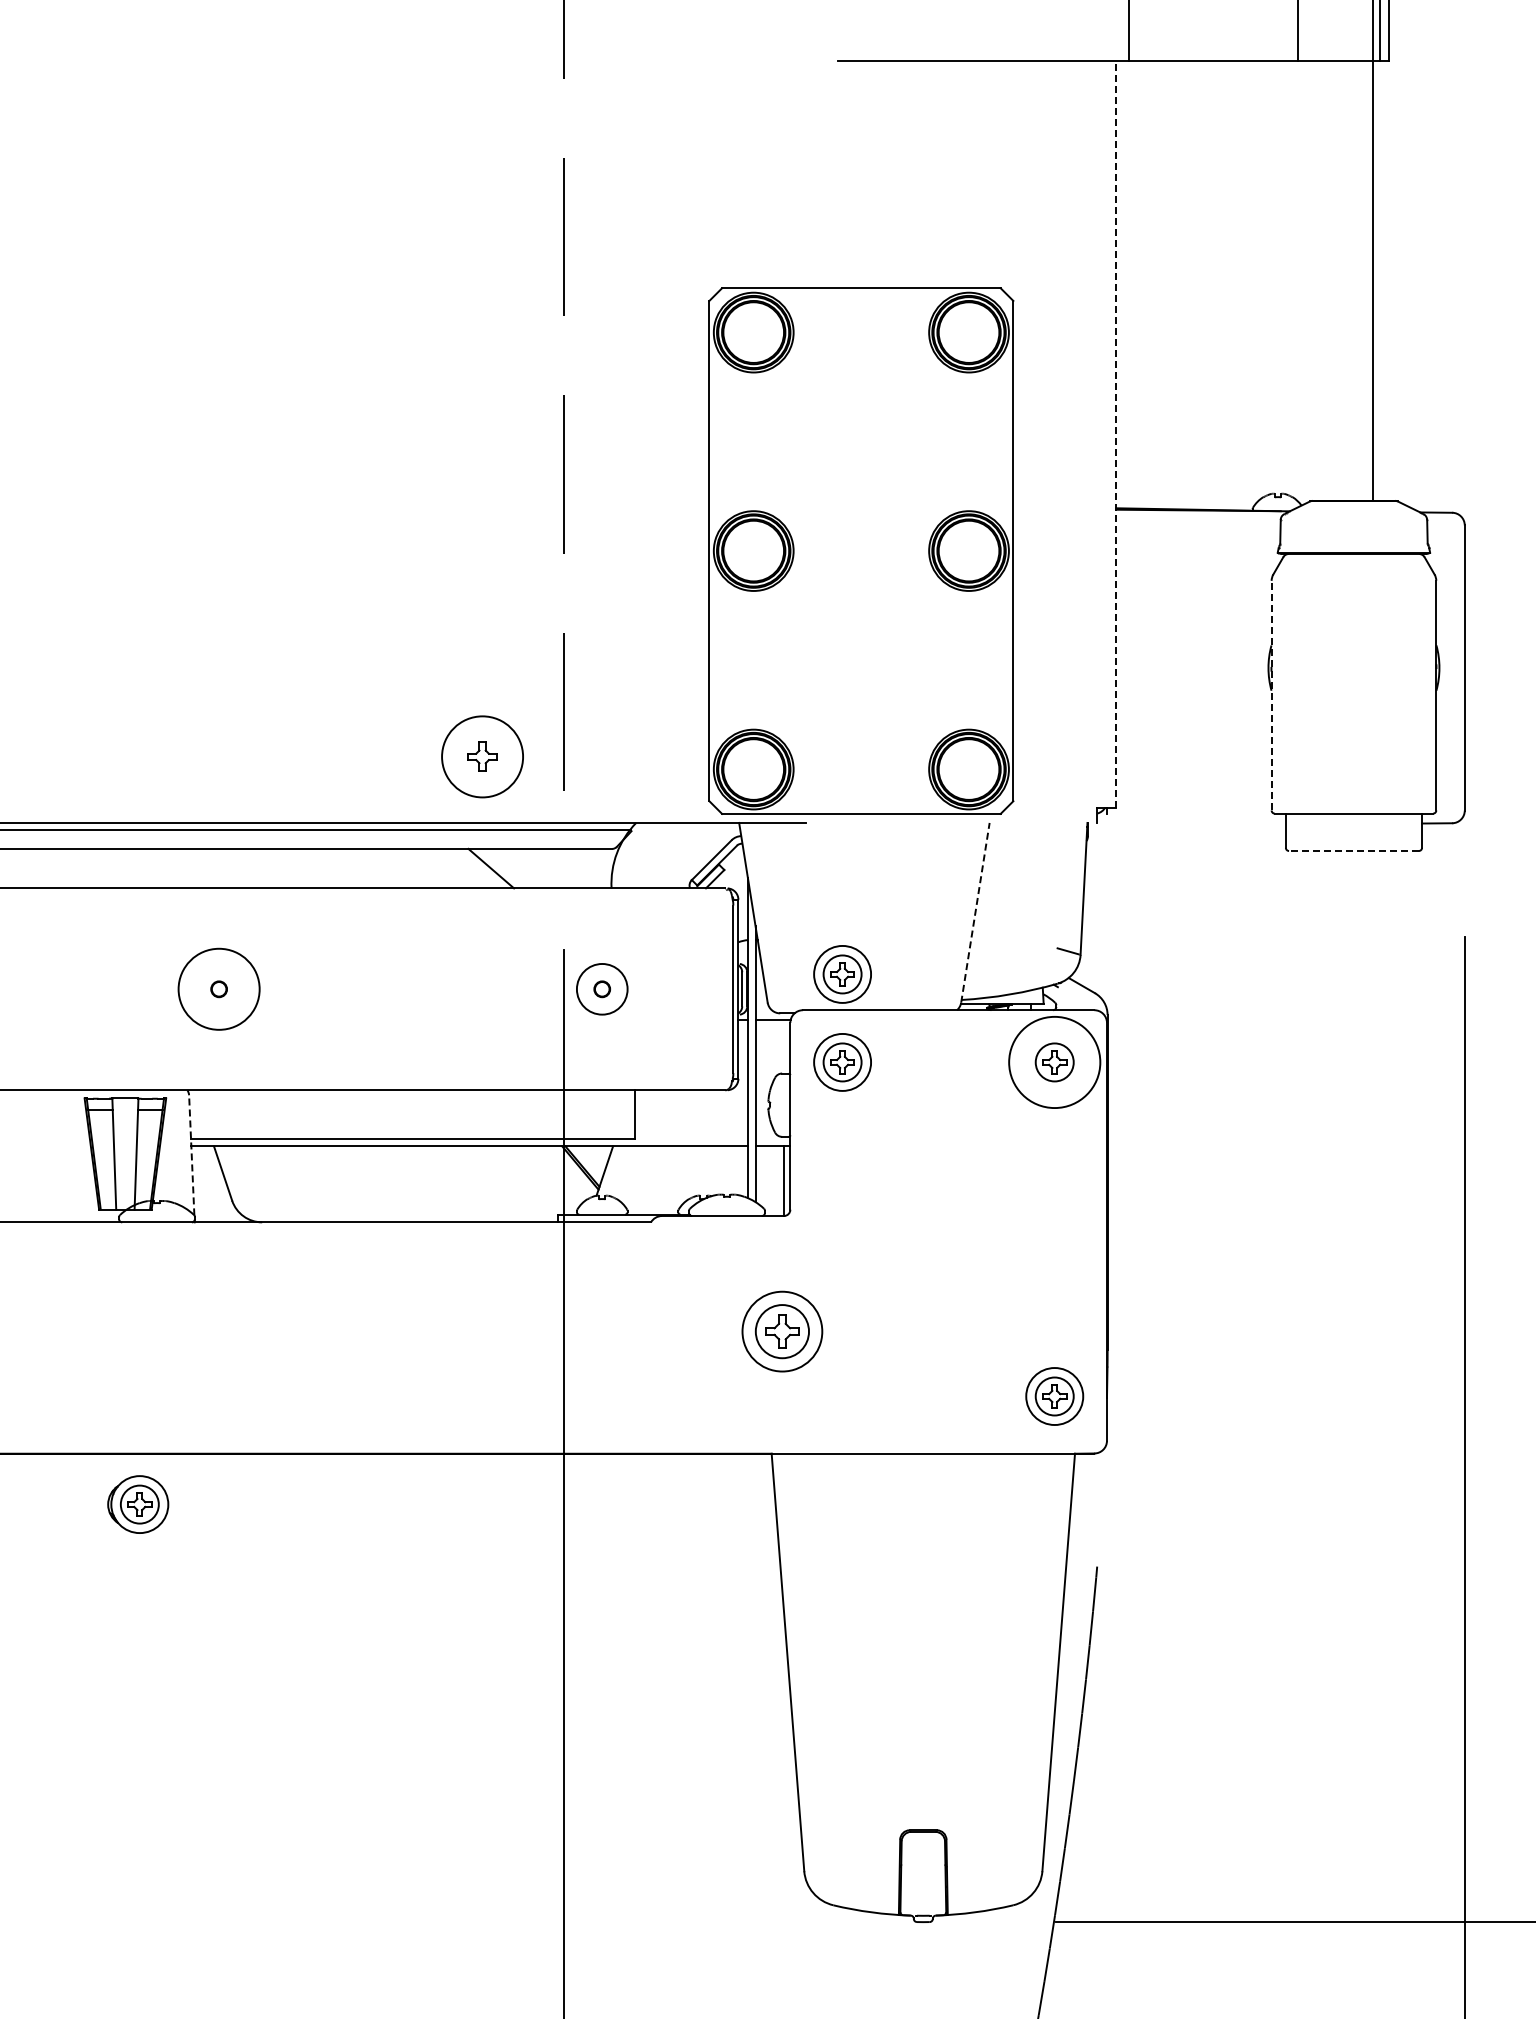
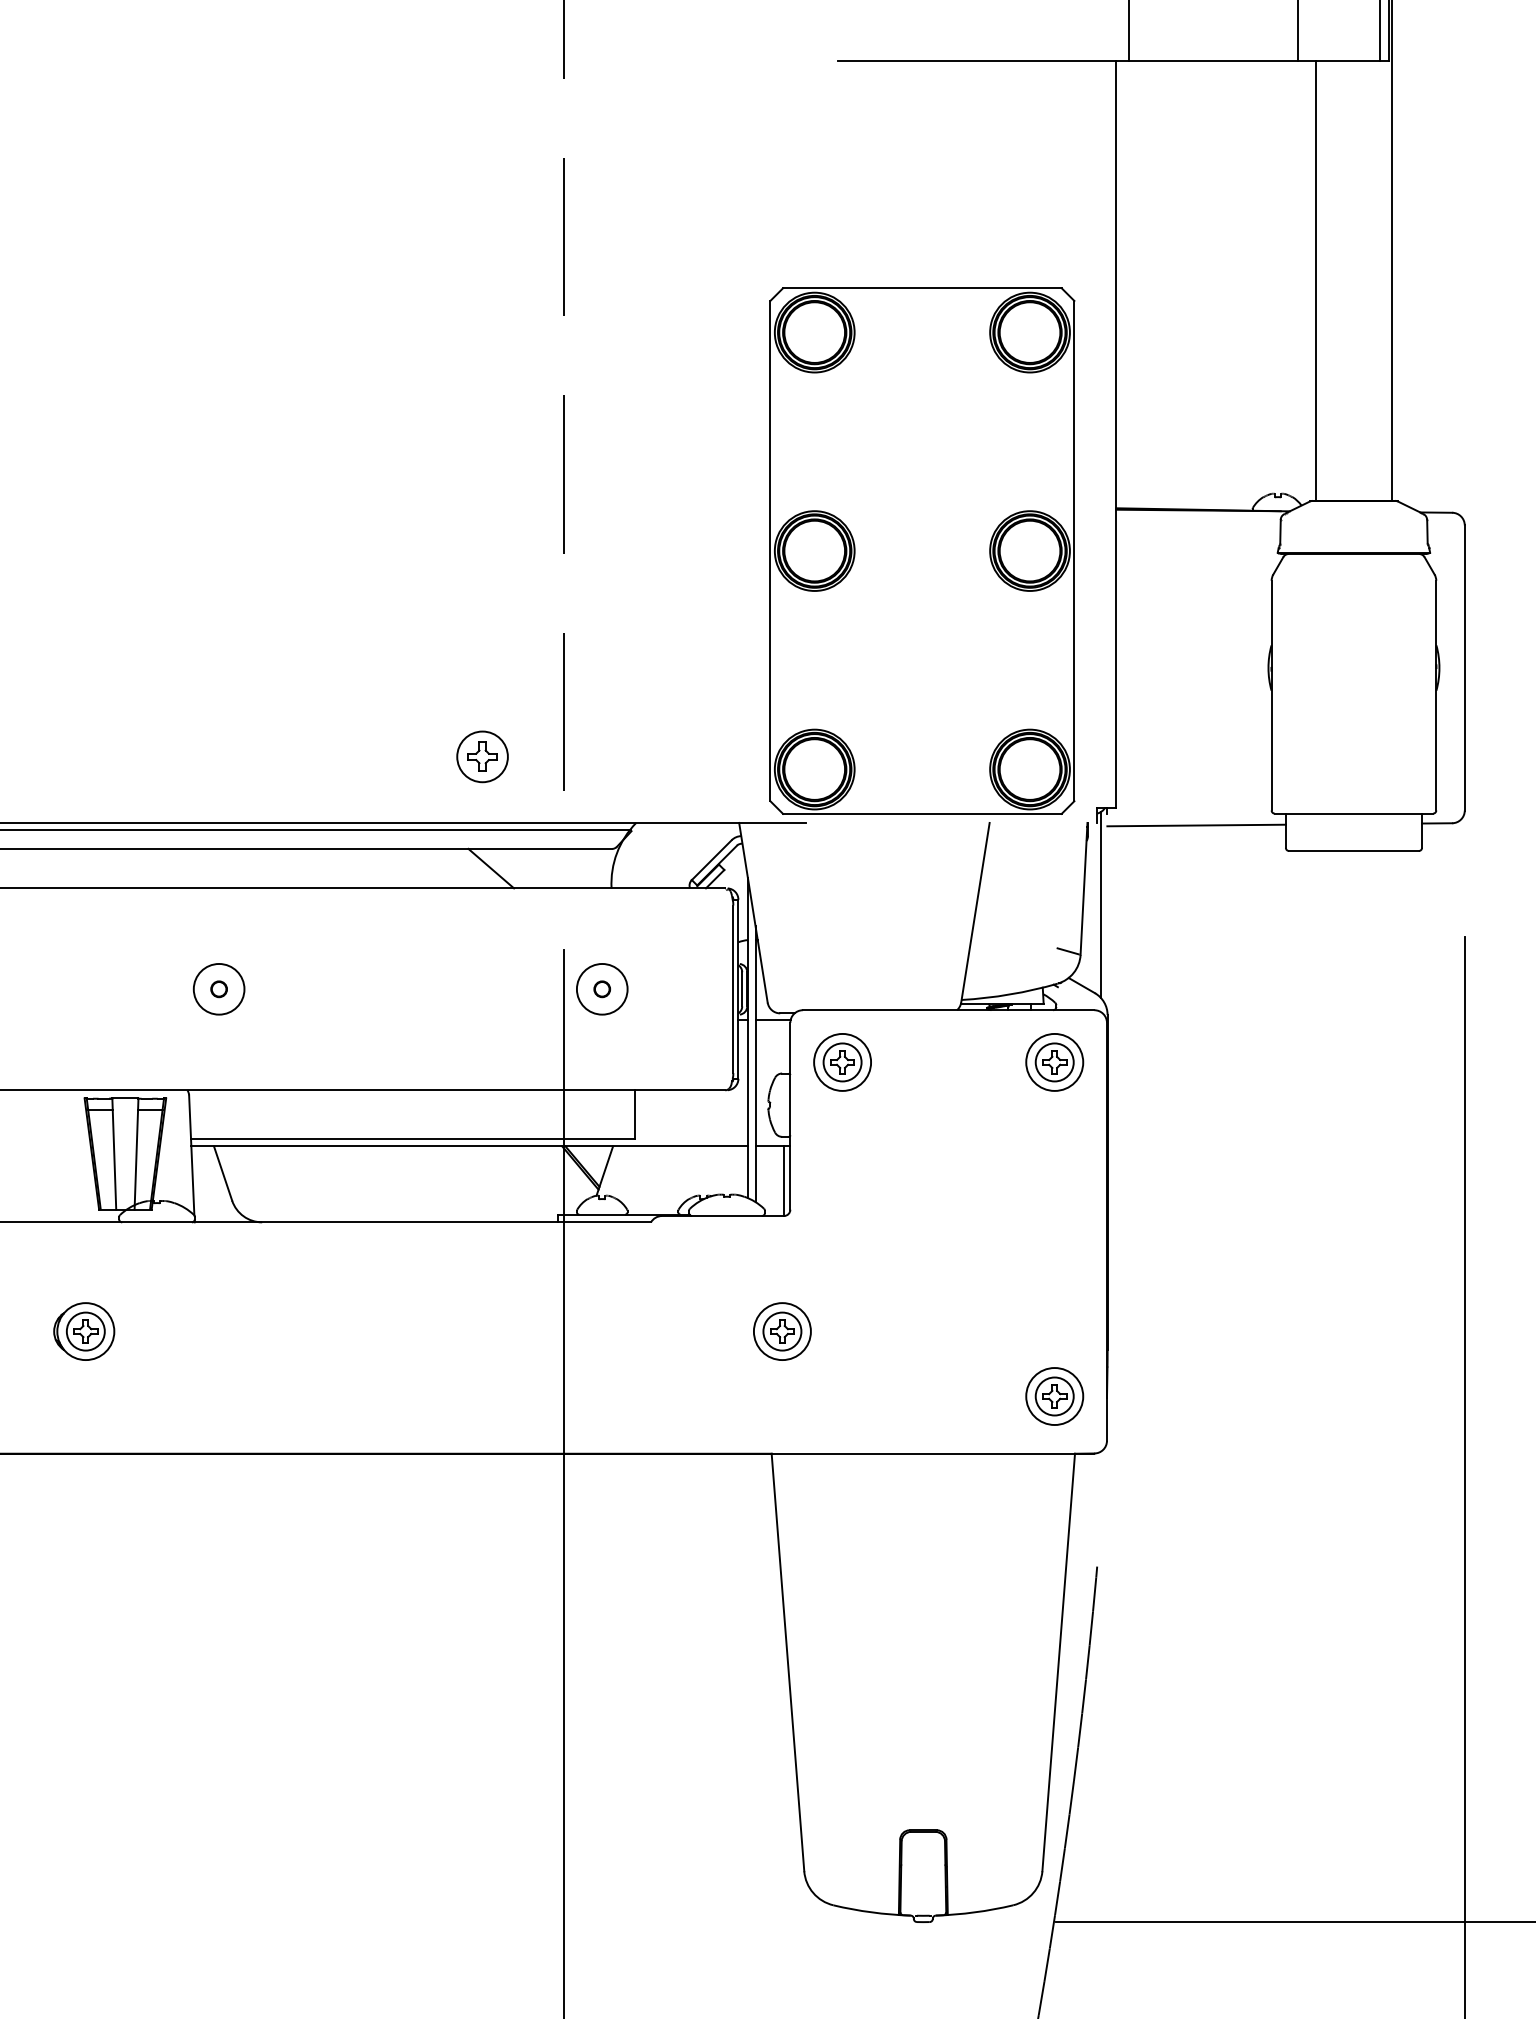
line at (1372, 251) position: (1372, 251) -> (1391, 251)
line at (1315, 280): none -> present
line at (1116, 434): dashed -> solid
part at (861, 550) position: (861, 550) -> (922, 550)
line at (1271, 695): dashed -> solid
circle at (482, 756) diameter: 81 px -> 51 px
line at (1196, 825): none -> present
line at (1353, 851): dashed -> solid
line at (1100, 904): none -> present
line at (975, 912): dashed -> solid
part at (842, 974): present -> none
circle at (218, 988) diameter: 81 px -> 51 px
circle at (1054, 1062) diameter: 91 px -> 57 px
line at (191, 1154): dashed -> solid
part at (782, 1331) size: 83x83 px -> 59x59 px
part at (138, 1504) position: (138, 1504) -> (84, 1331)
